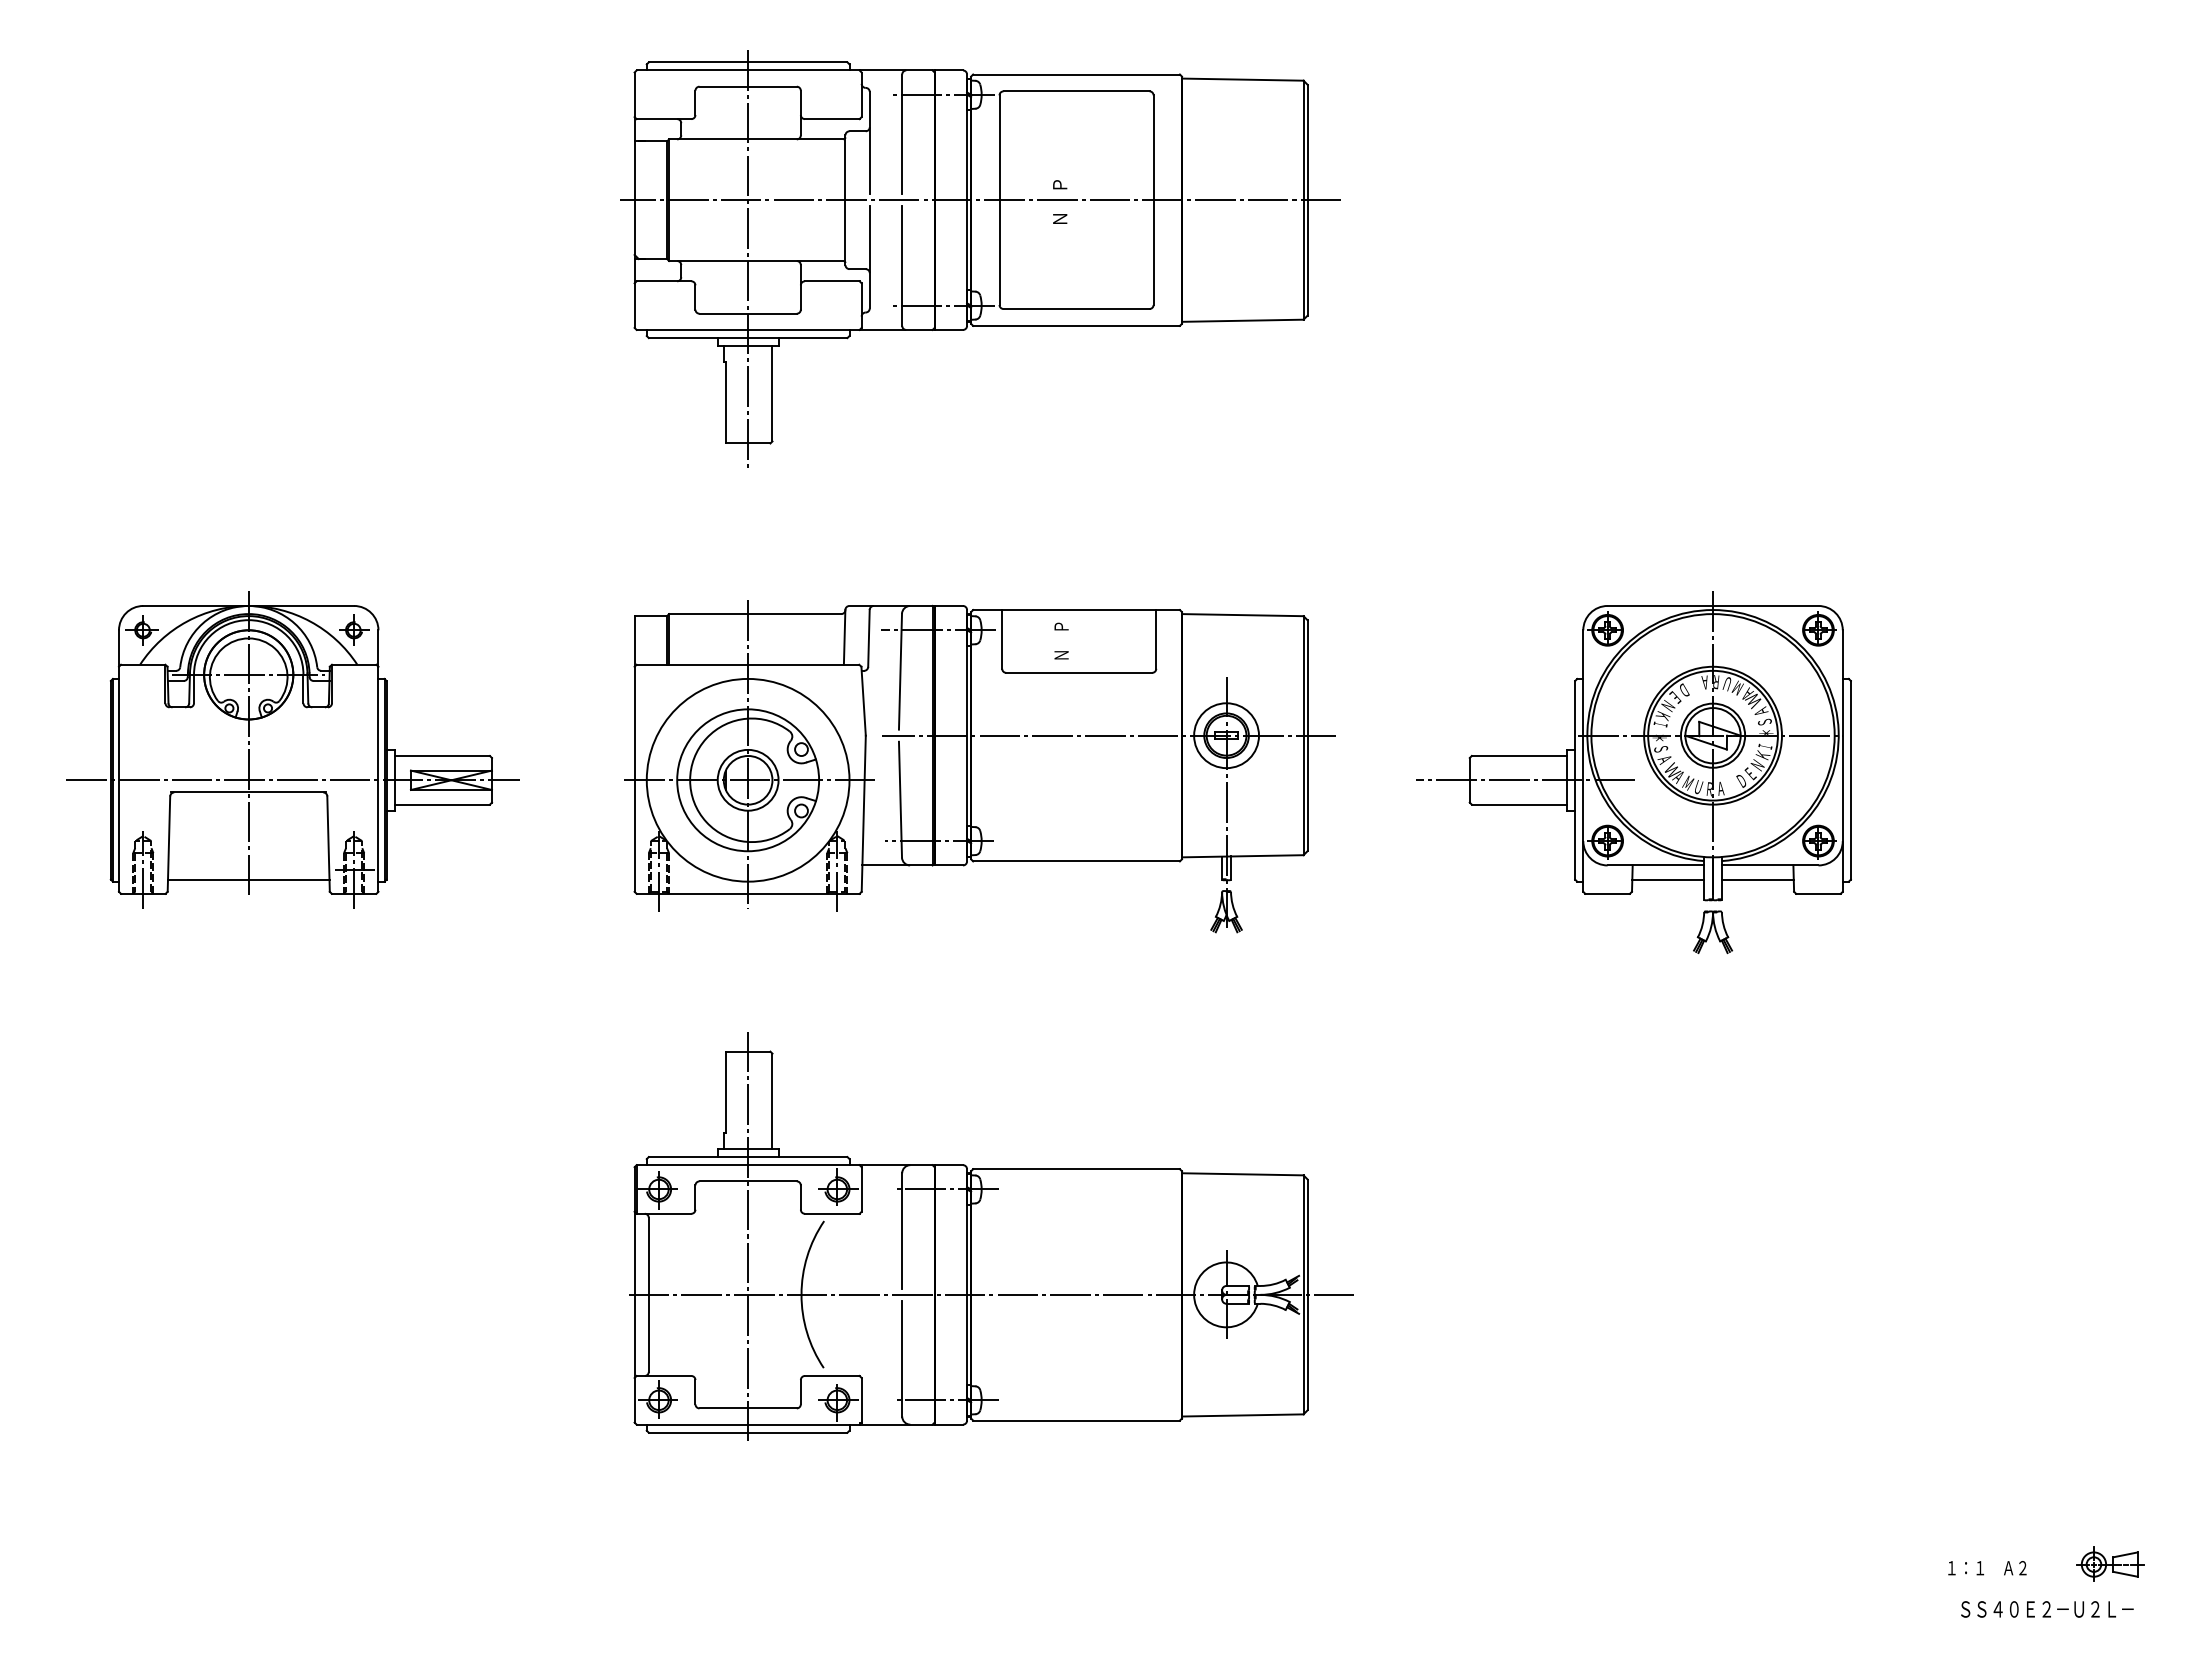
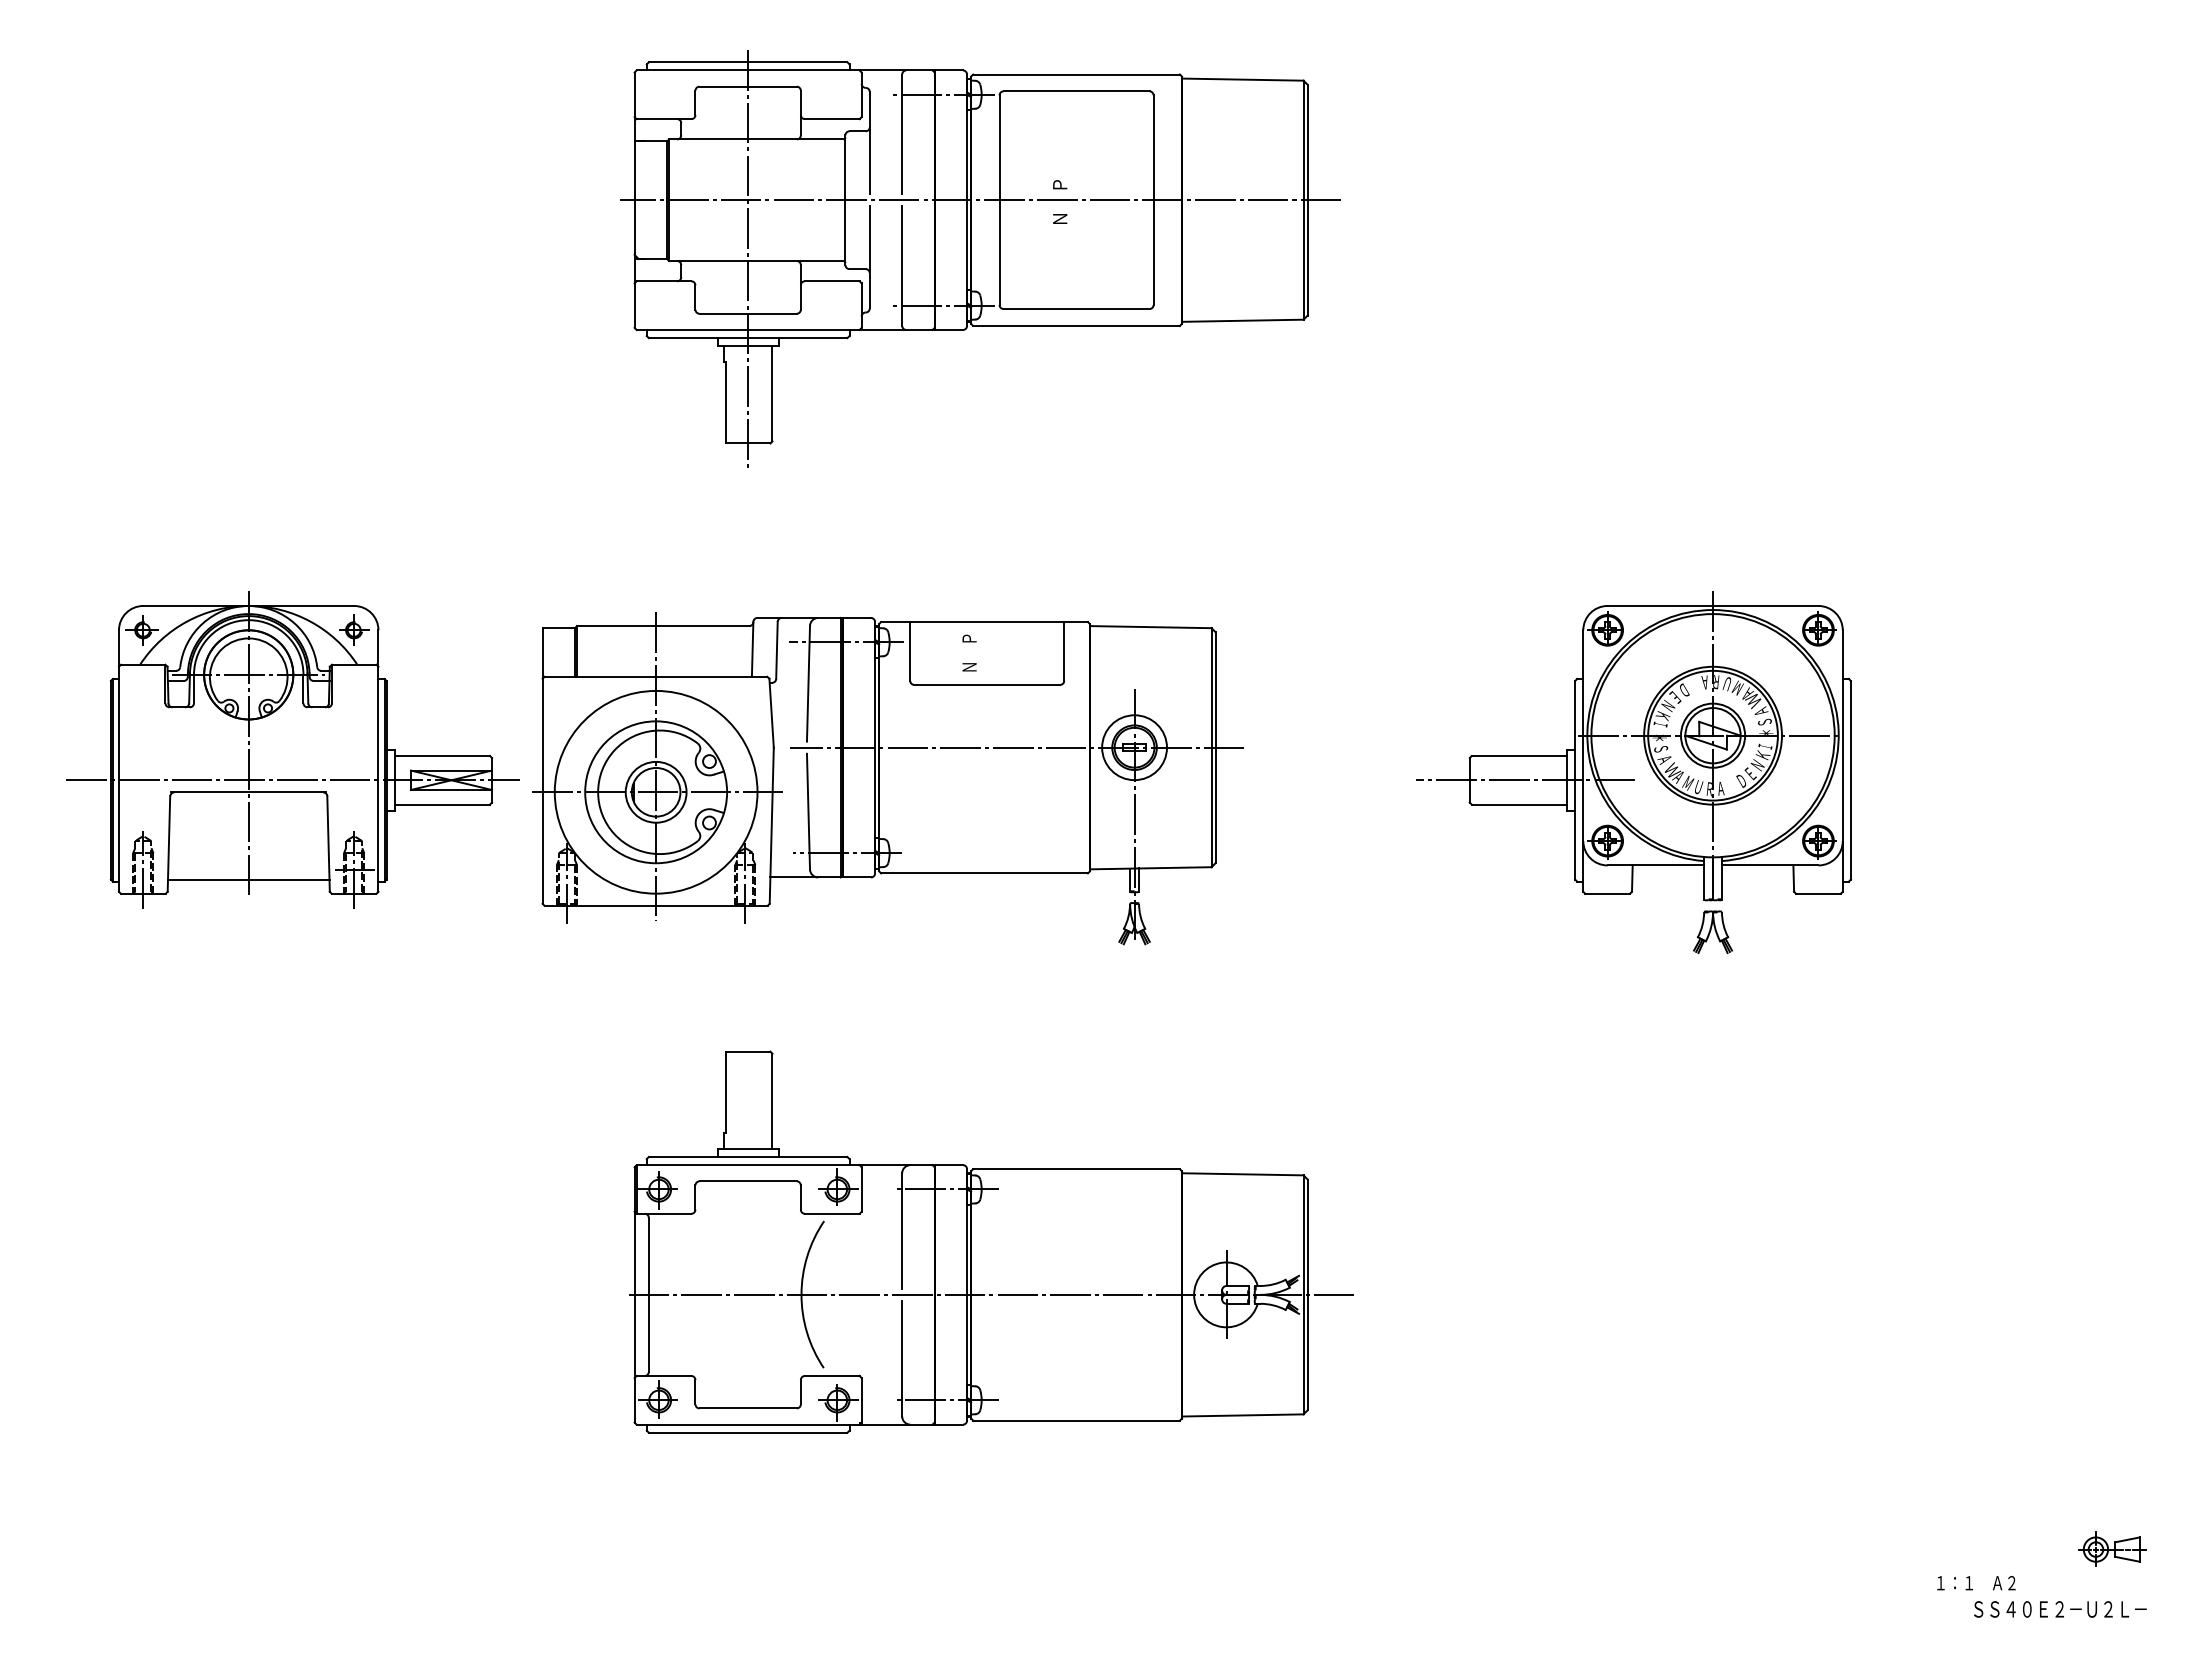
part at (979, 766) position: (979, 766) -> (887, 778)
line at (1668, 879): present -> none
line at (1757, 879): present -> none
line at (748, 1238): present -> none
part at (2110, 1563) position: (2110, 1563) -> (2112, 1548)
text at (1987, 1568) position: (1987, 1568) -> (1976, 1583)
text at (2047, 1609) position: (2047, 1609) -> (2060, 1609)
